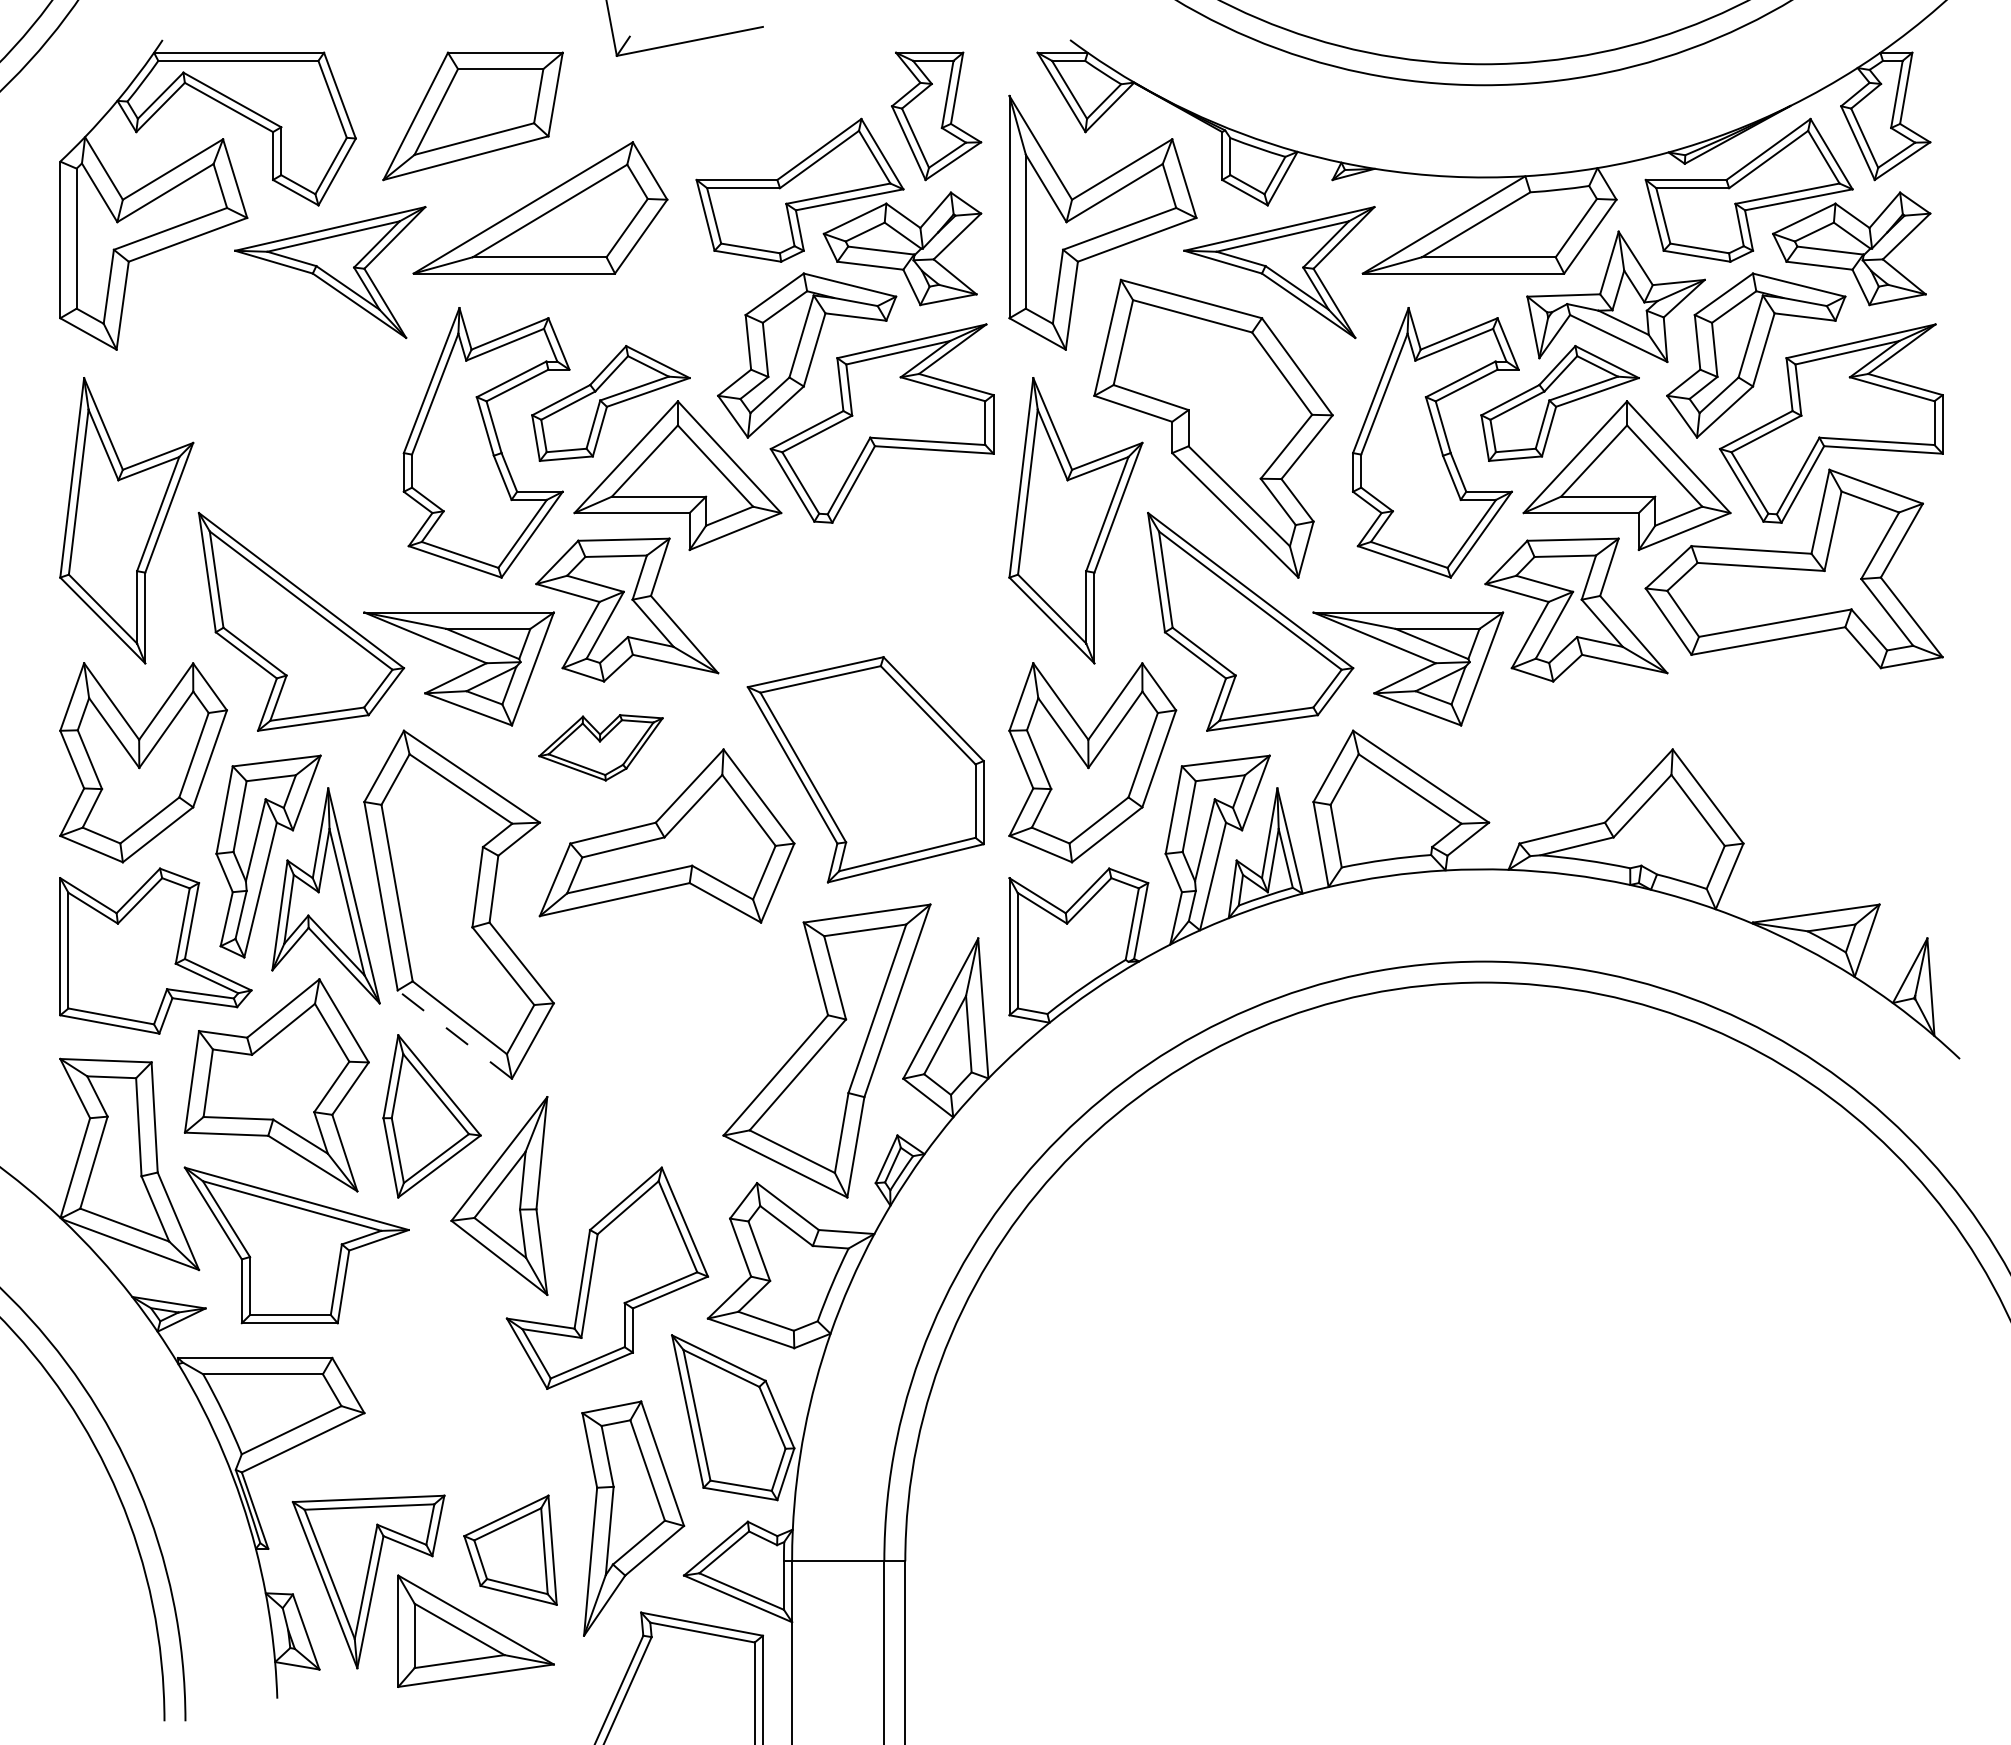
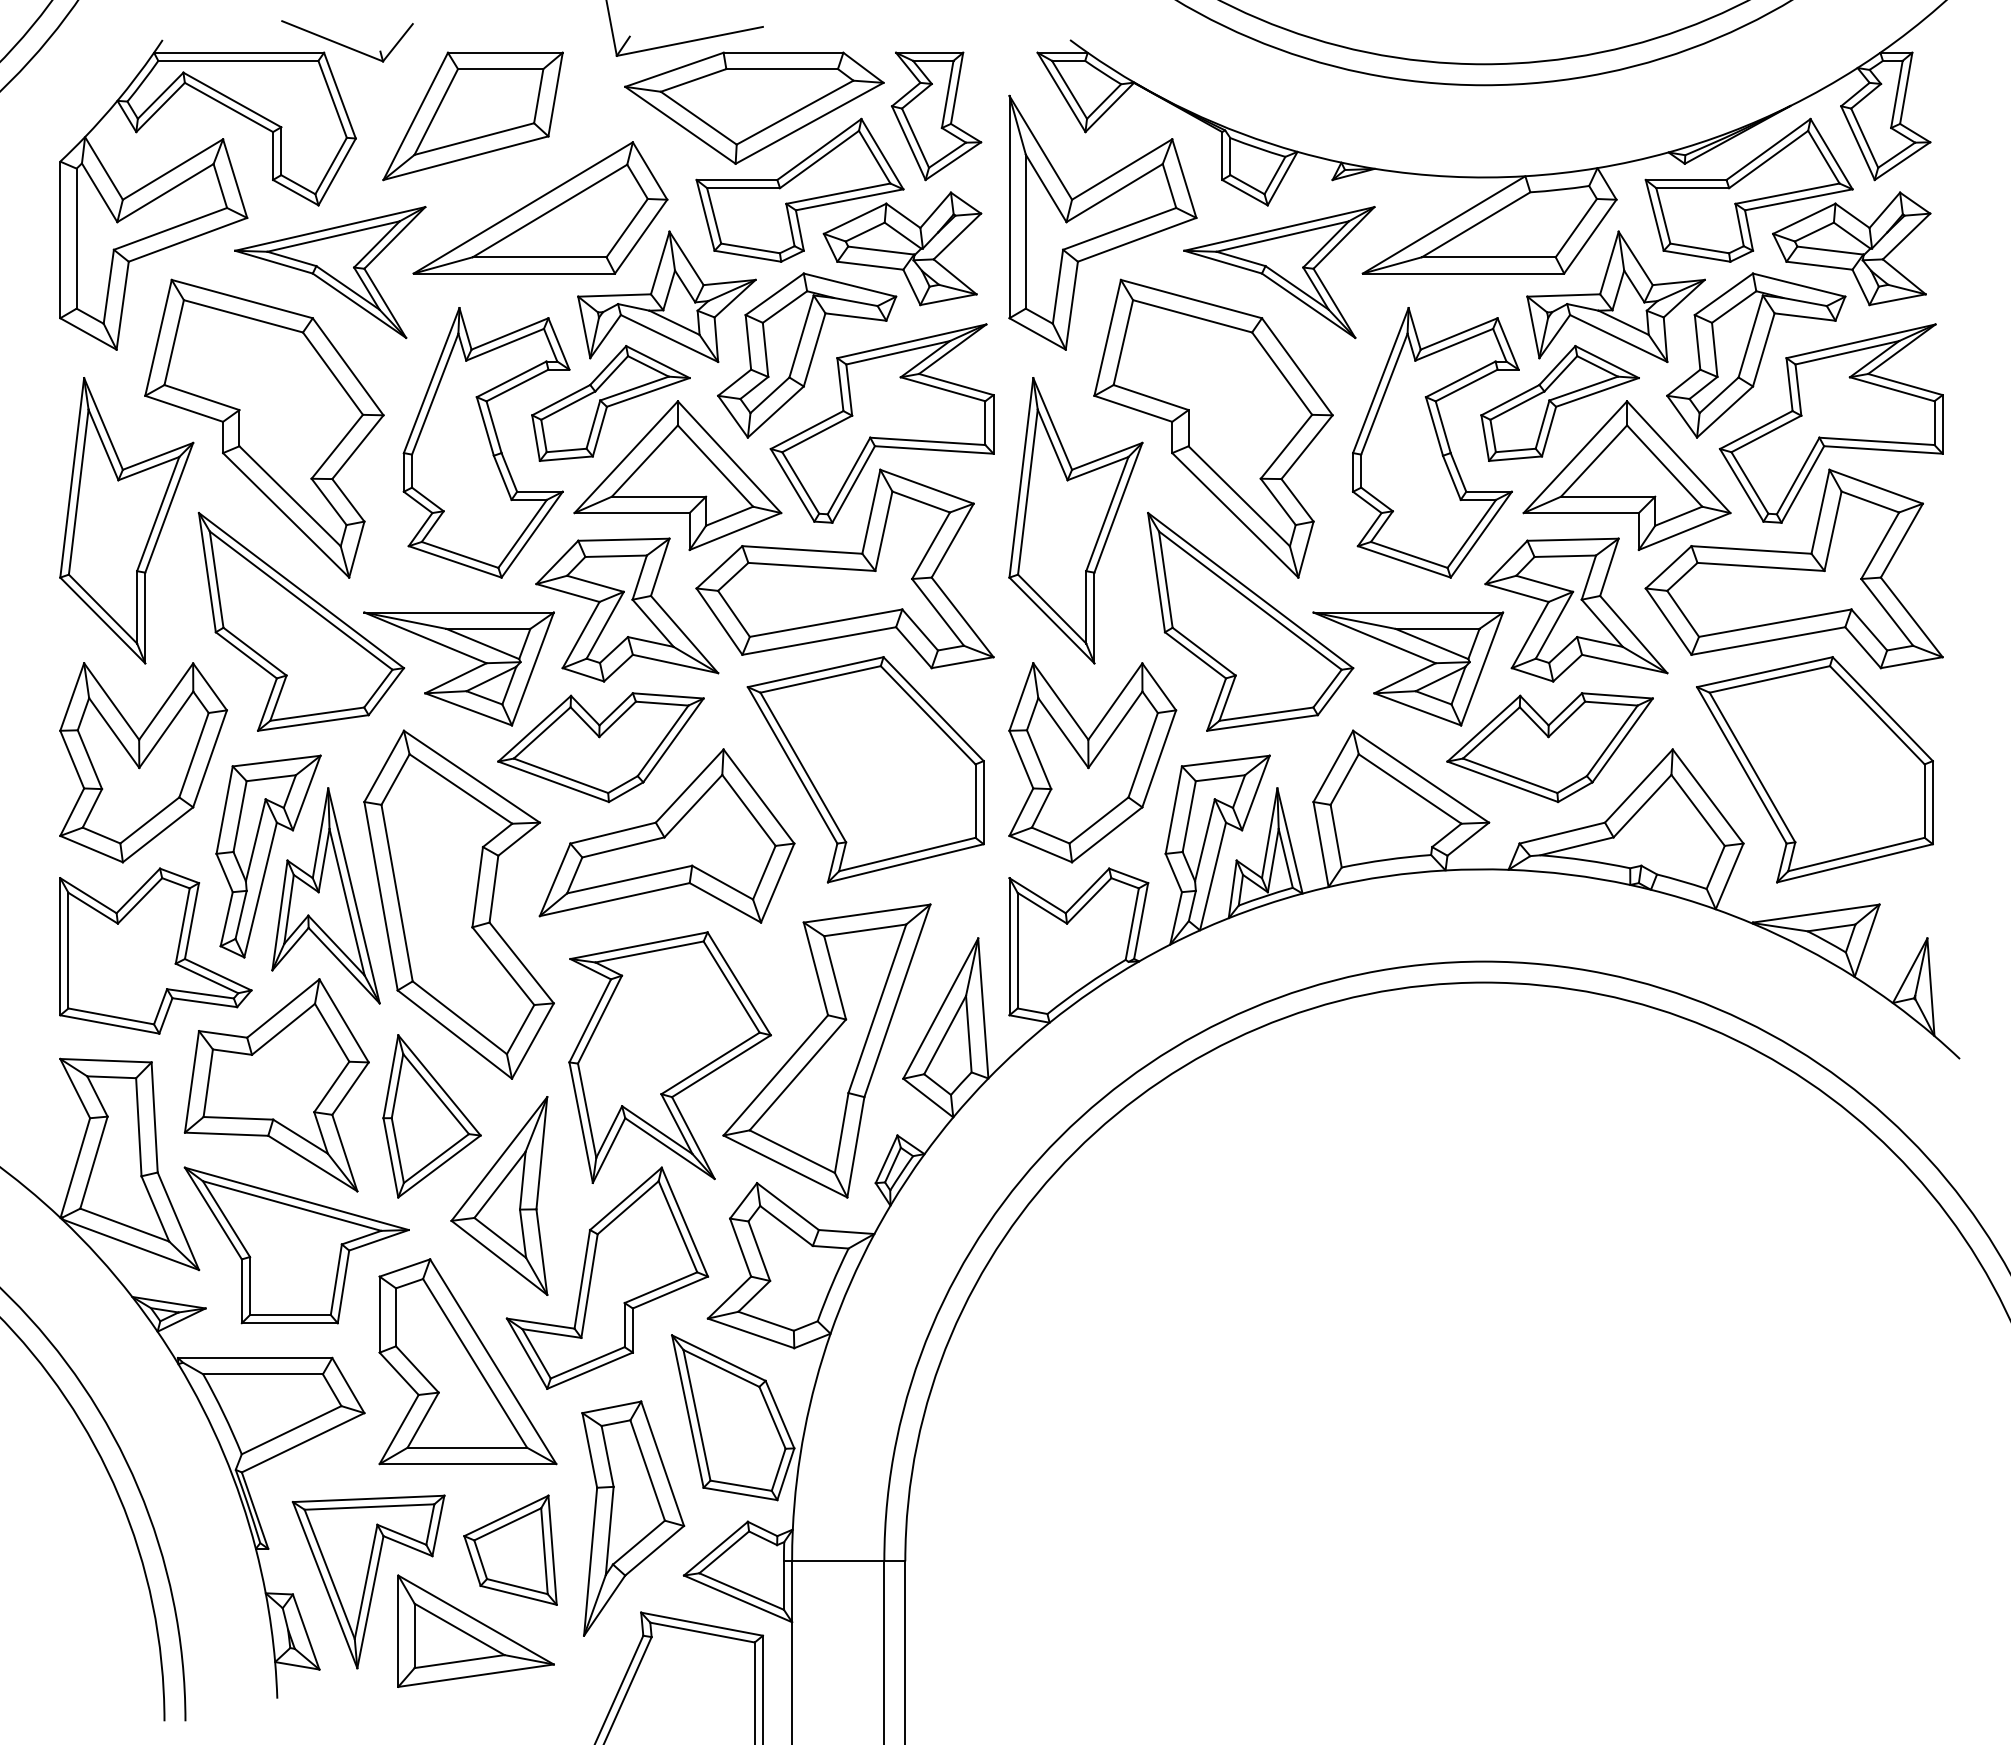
part at (347, 41): none -> present
part at (754, 107): none -> present
part at (666, 296): none -> present
part at (264, 428): none -> present
part at (844, 568): none -> present
part at (600, 747) size: 126x68 px -> 208x112 px
part at (1549, 747): none -> present
part at (1814, 769): none -> present
line at (454, 1034): dashed -> solid
part at (669, 1057): none -> present
part at (467, 1361): none -> present
